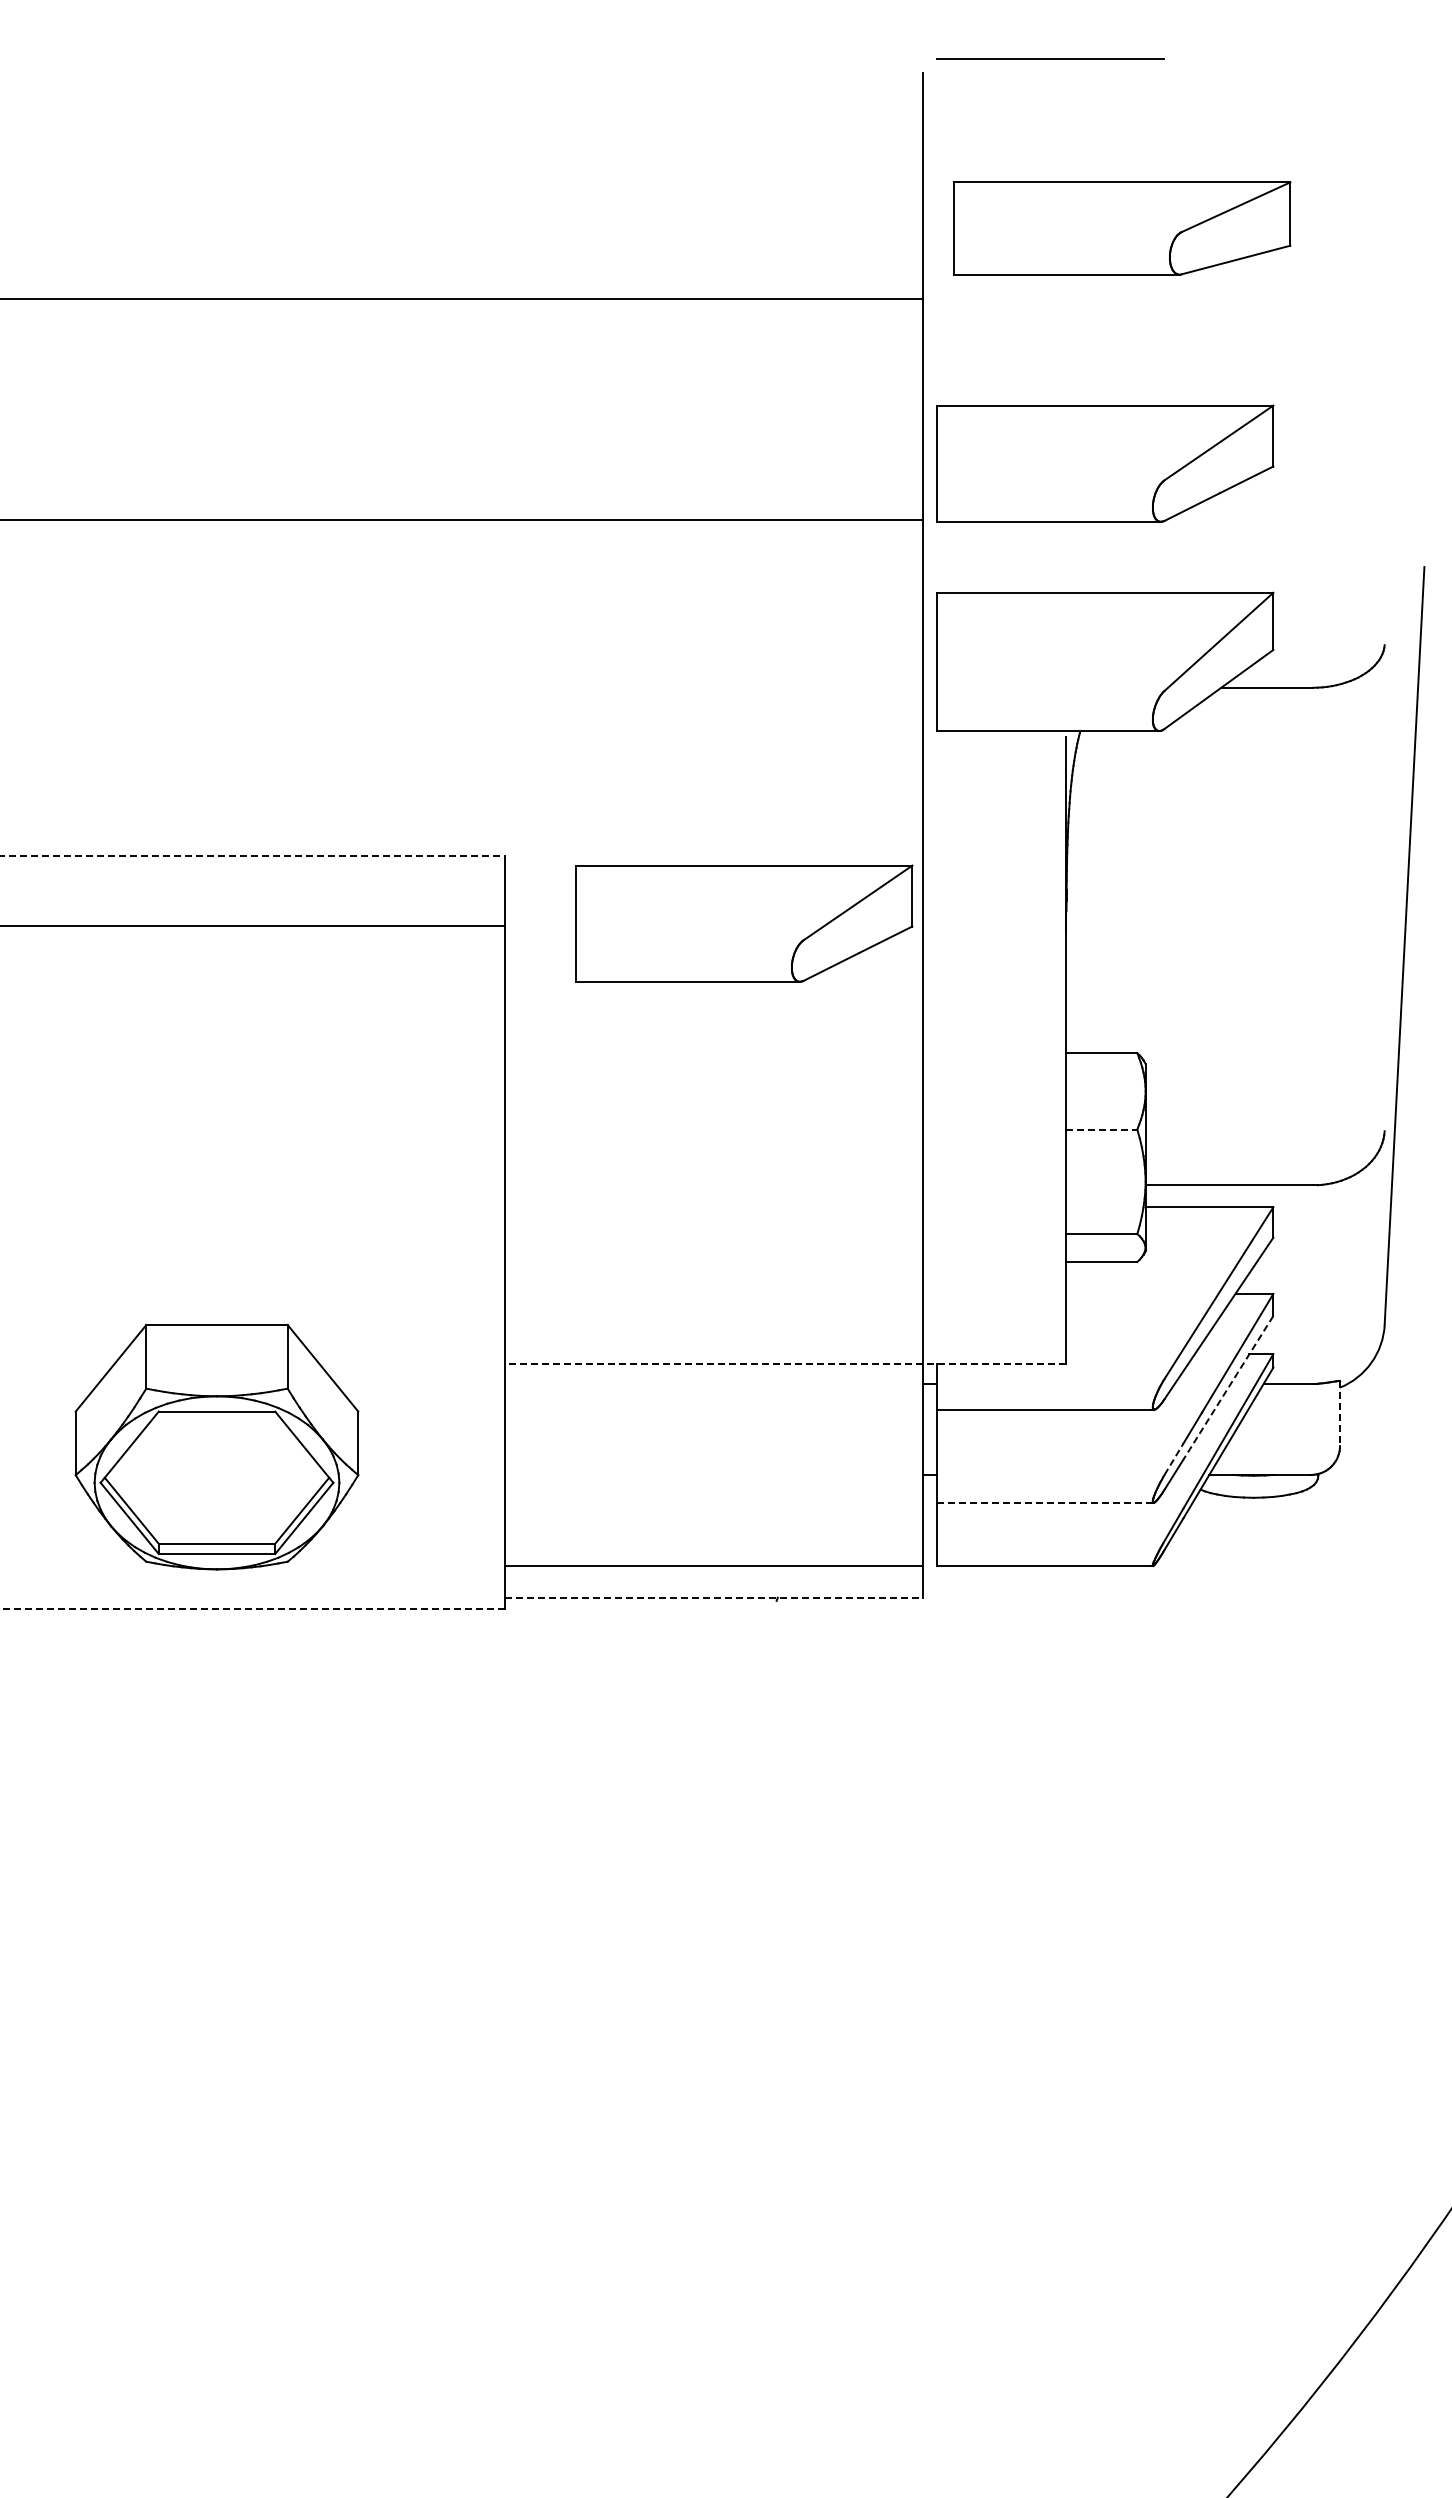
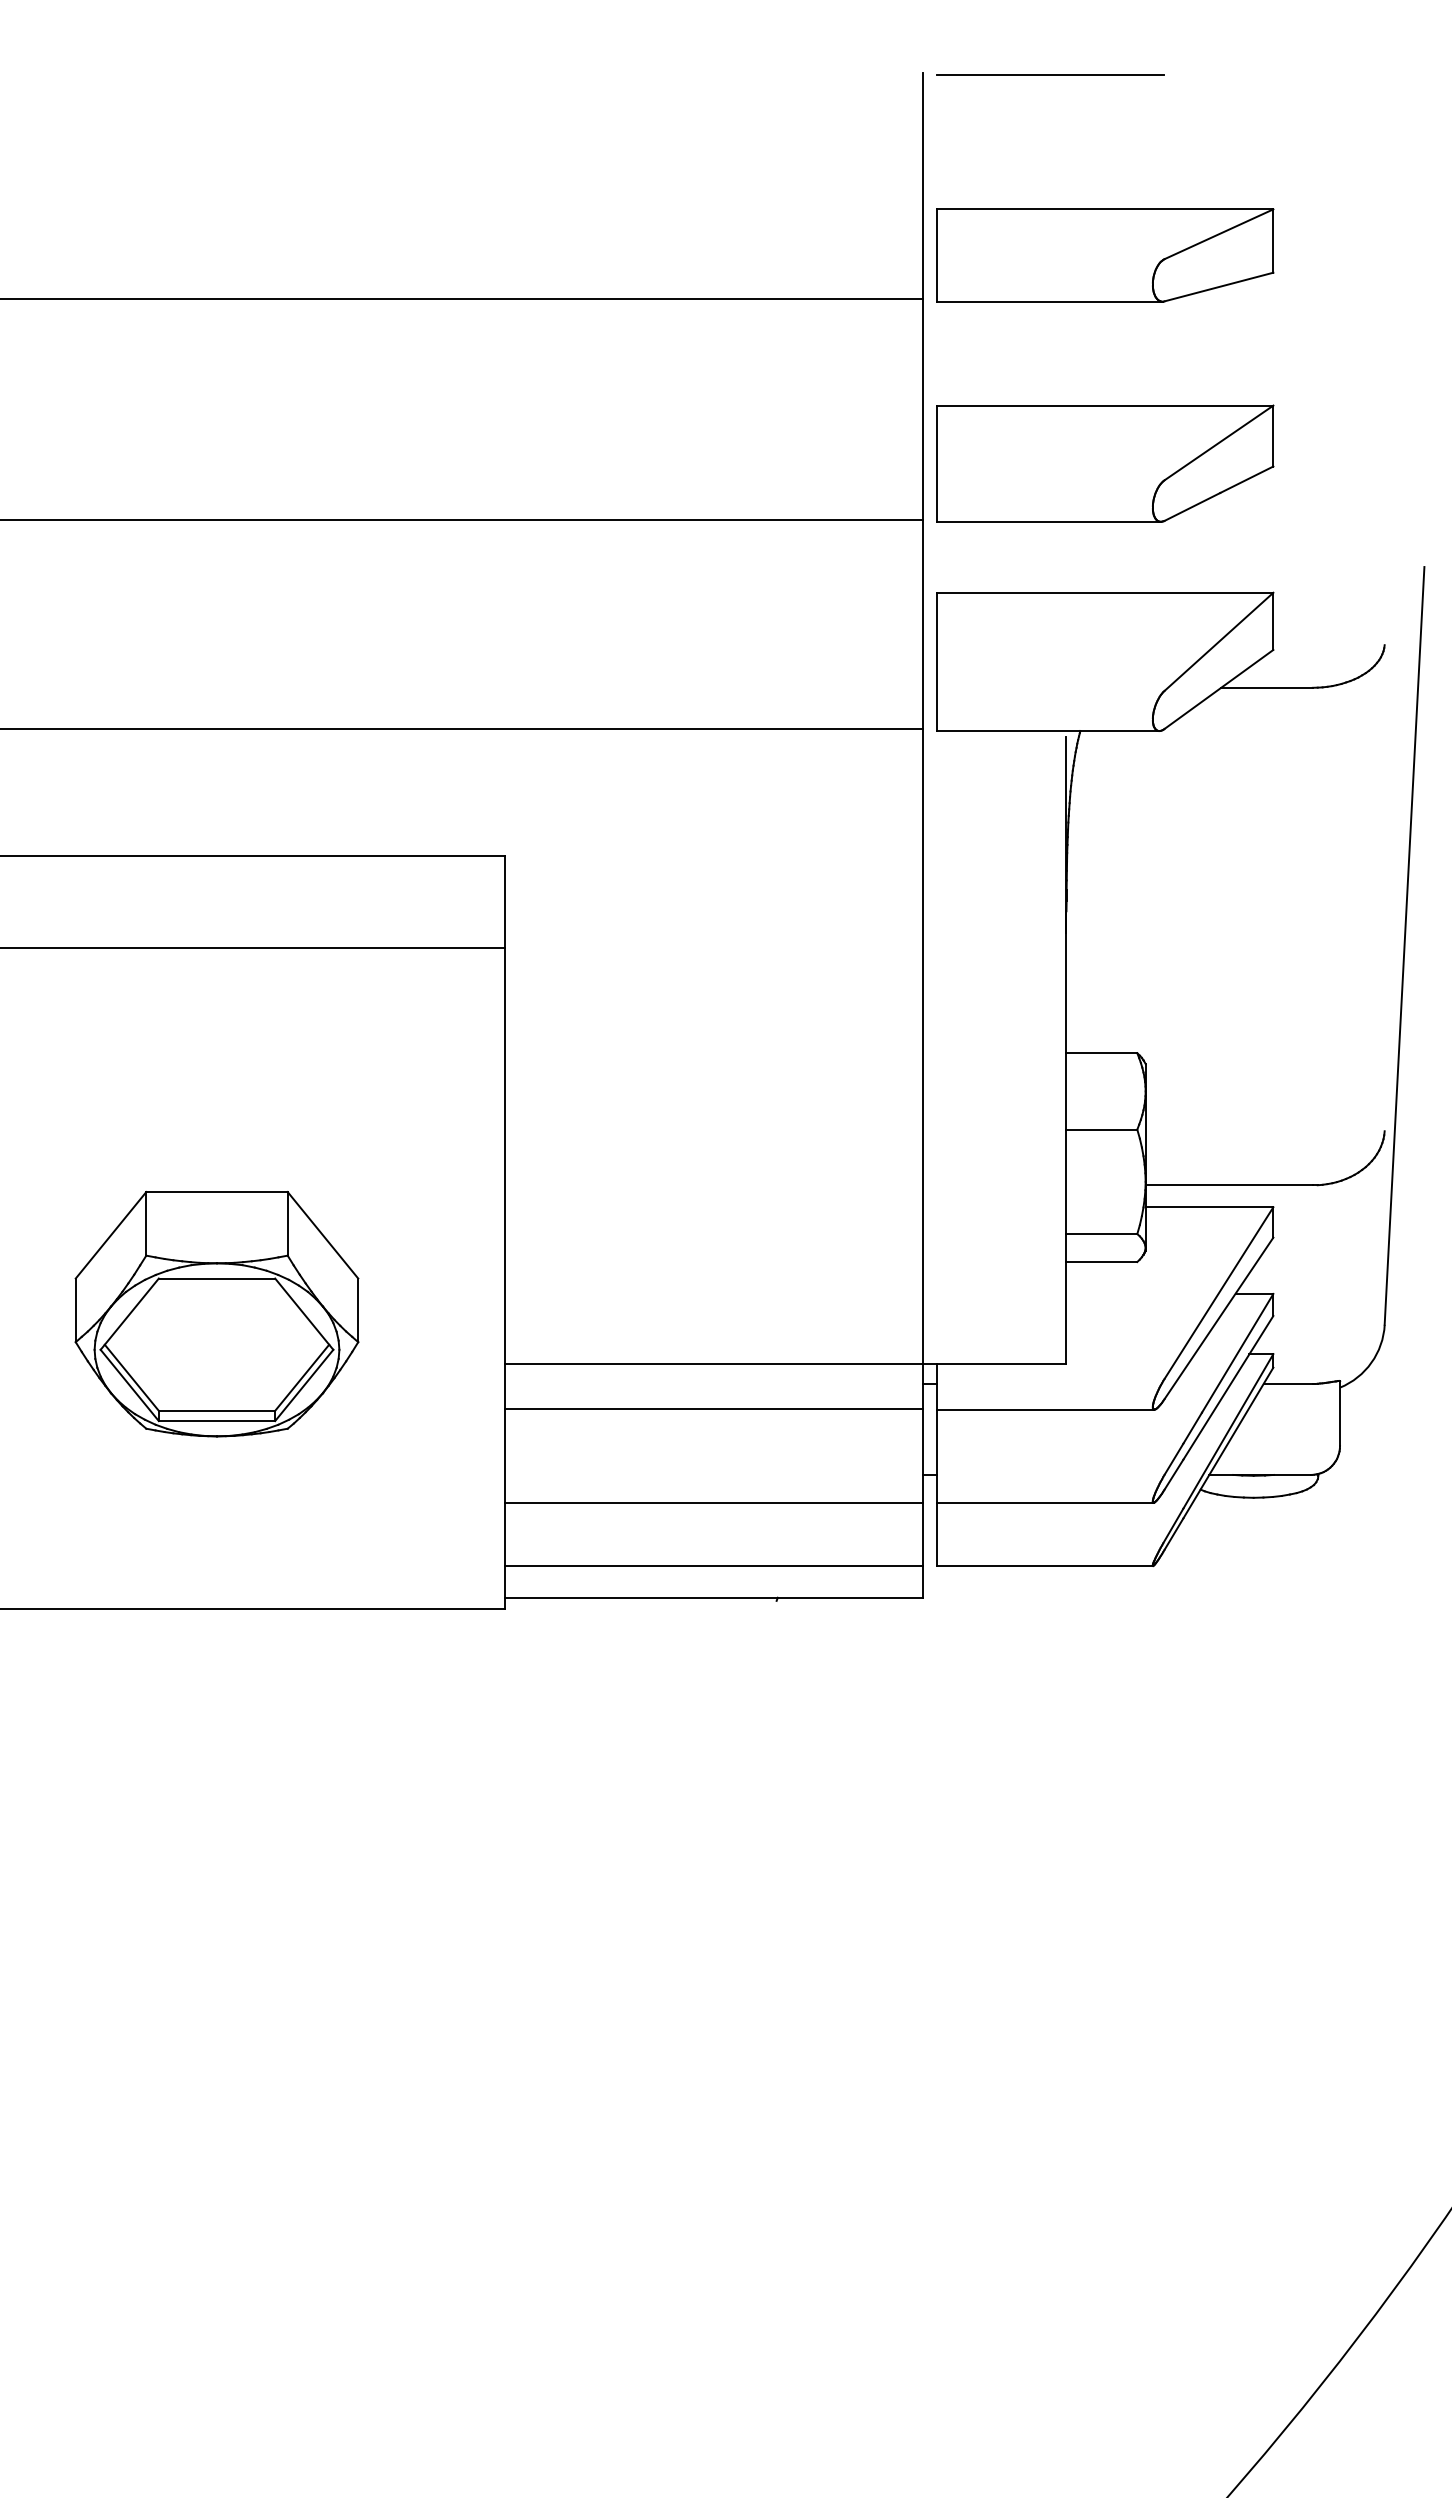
line at (1050, 58) position: (1050, 58) -> (1050, 74)
part at (1122, 228) position: (1122, 228) -> (1105, 255)
line at (462, 729): none -> present
line at (253, 856): dashed -> solid
part at (744, 923): present -> none
line at (253, 925) position: (253, 925) -> (253, 947)
line at (1102, 1129): dashed -> solid
line at (785, 1363): dashed -> solid
line at (1228, 1387): dashed -> solid
line at (713, 1409): none -> present
line at (1340, 1414): dashed -> solid
part at (216, 1447) position: (216, 1447) -> (216, 1314)
line at (1174, 1458): dashed -> solid
line at (713, 1502): none -> present
line at (1045, 1502): dashed -> solid
line at (713, 1597): dashed -> solid
line at (252, 1609): dashed -> solid
